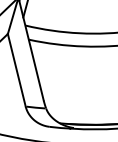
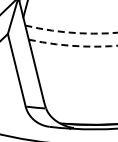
arc at (71, 32): solid -> dashed
arc at (73, 45): solid -> dashed
